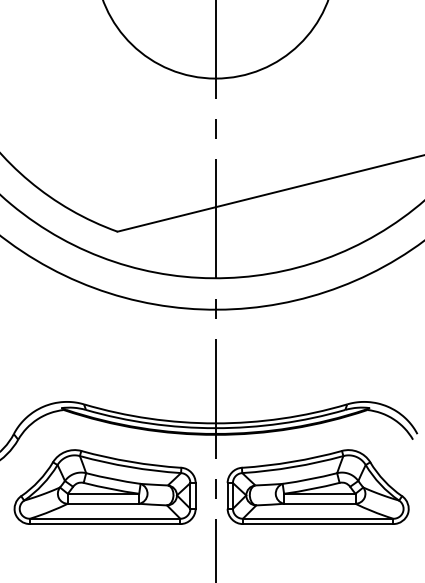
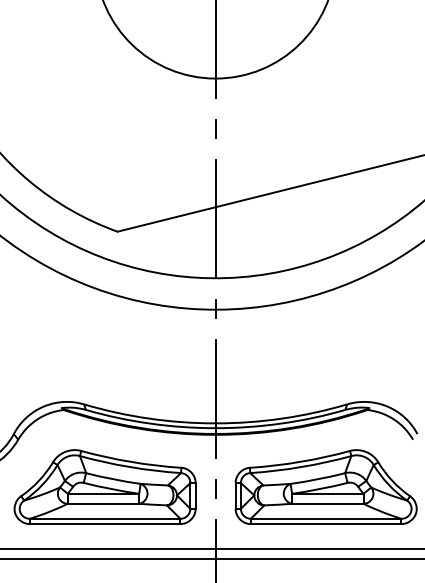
part at (317, 486) position: (317, 486) -> (325, 486)
line at (211, 549): none -> present
line at (211, 558): none -> present
